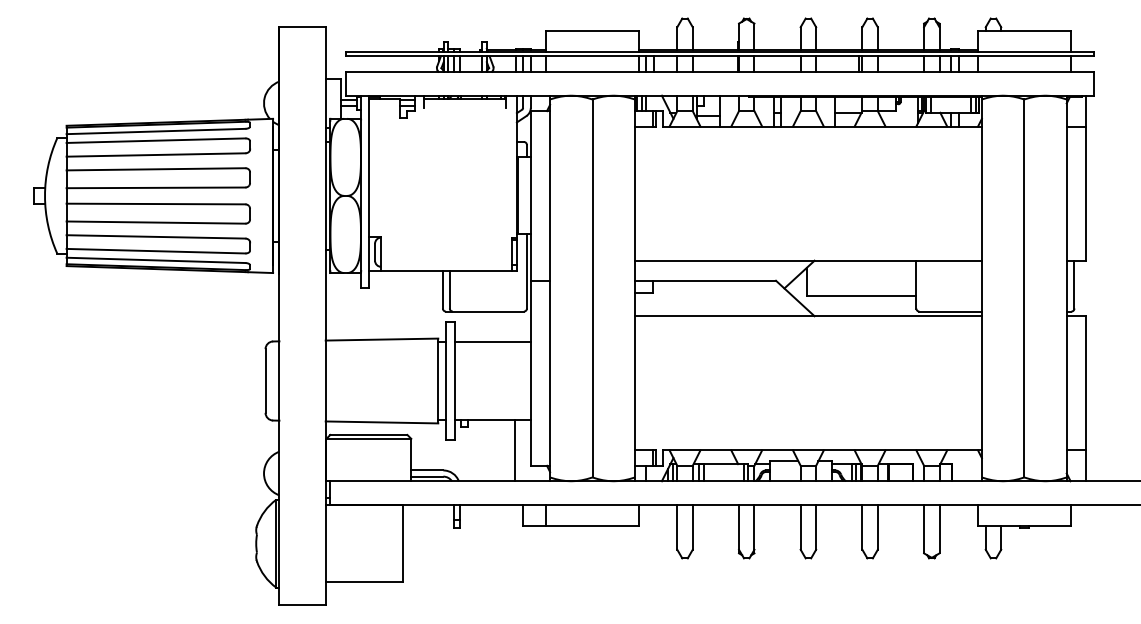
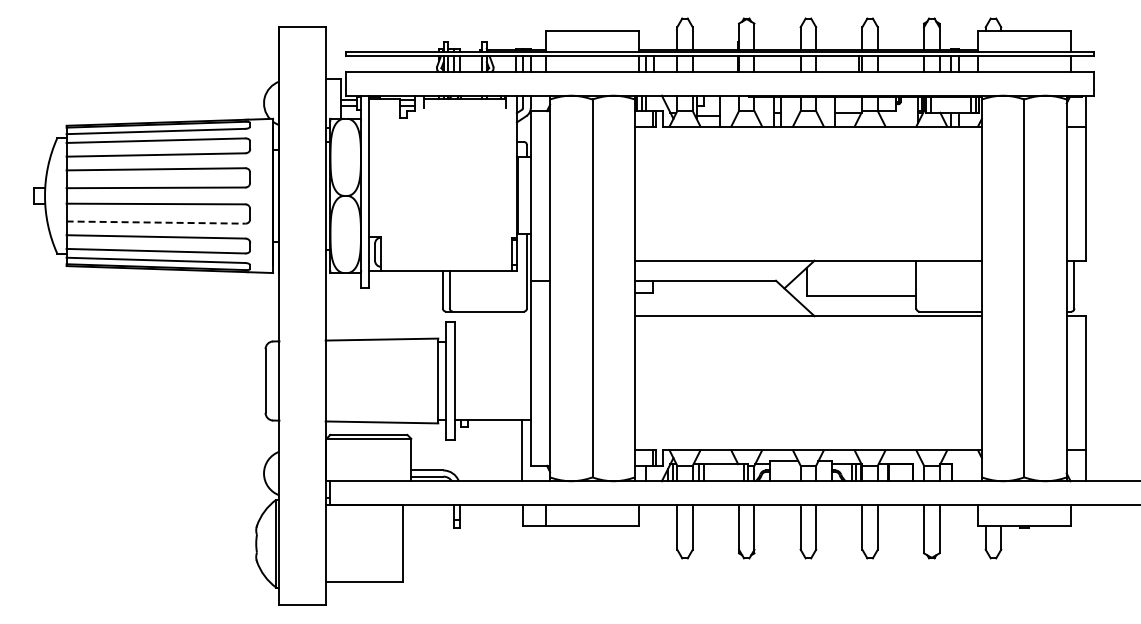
line at (156, 222): solid -> dashed
line at (492, 342): present -> none
line at (515, 450) position: (515, 450) -> (522, 450)
